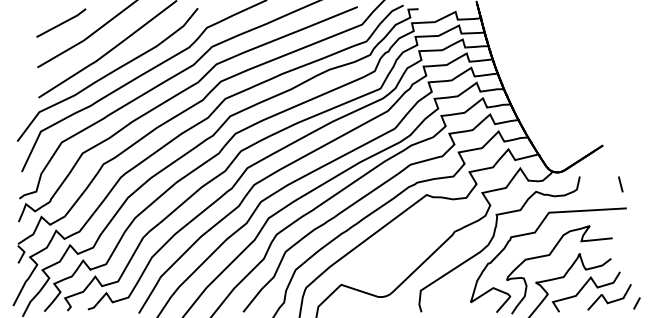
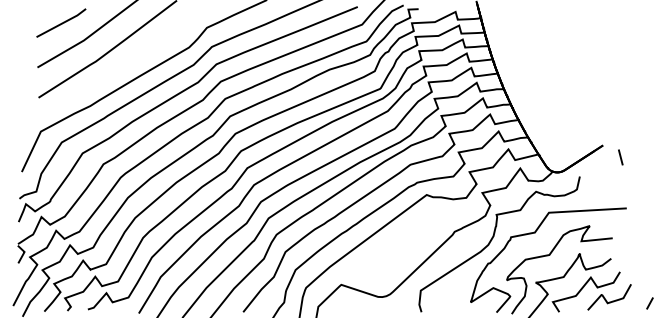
curve at (107, 74): present -> none
line at (620, 184) position: (620, 184) -> (620, 157)
line at (636, 303) position: (636, 303) -> (649, 303)
